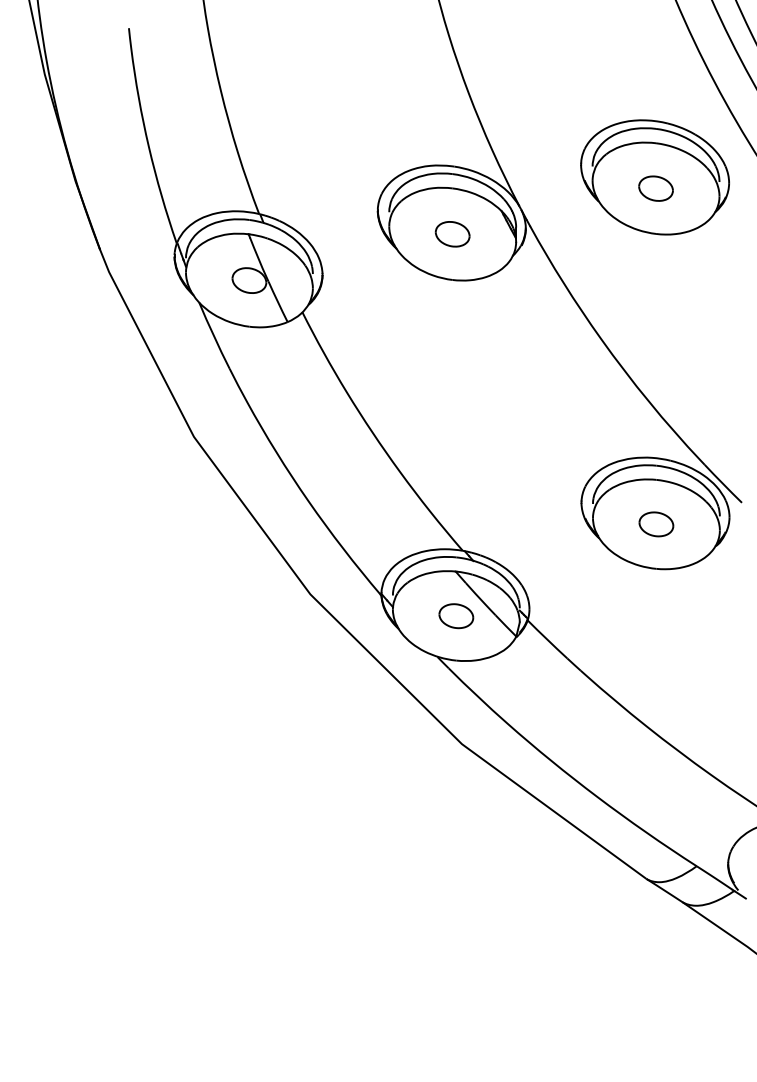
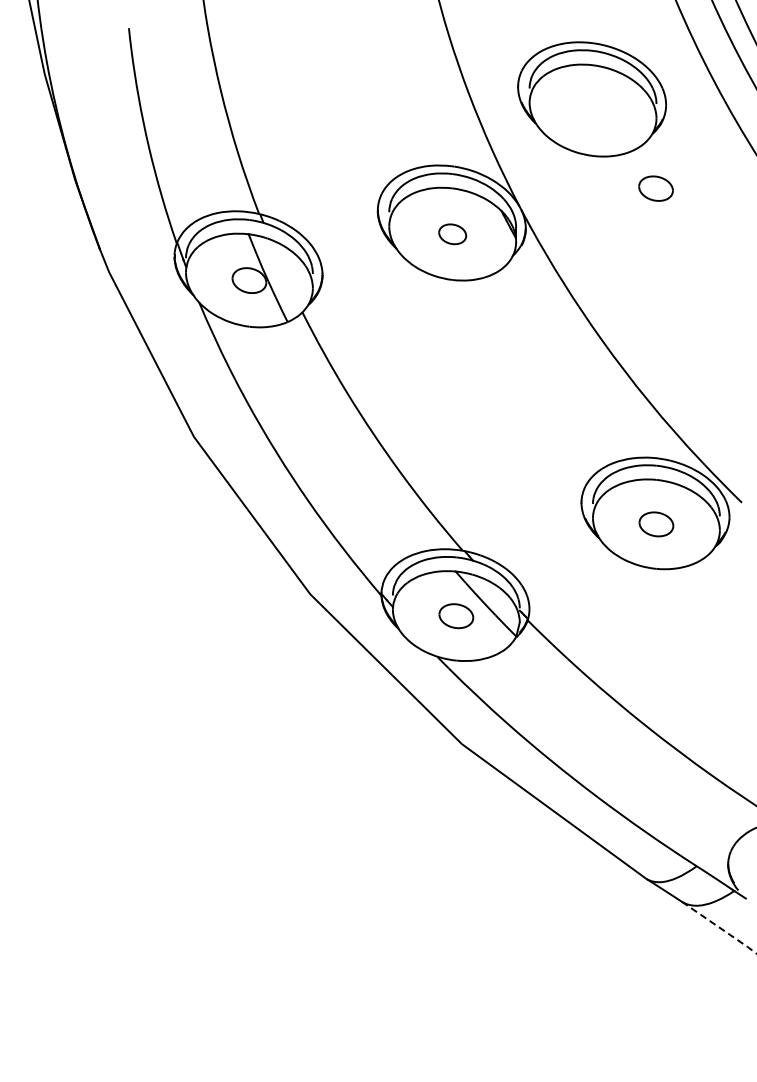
part at (654, 177) position: (654, 177) -> (591, 99)
part at (452, 234) size: 37x27 px -> 30x23 px
line at (719, 927): solid -> dashed
